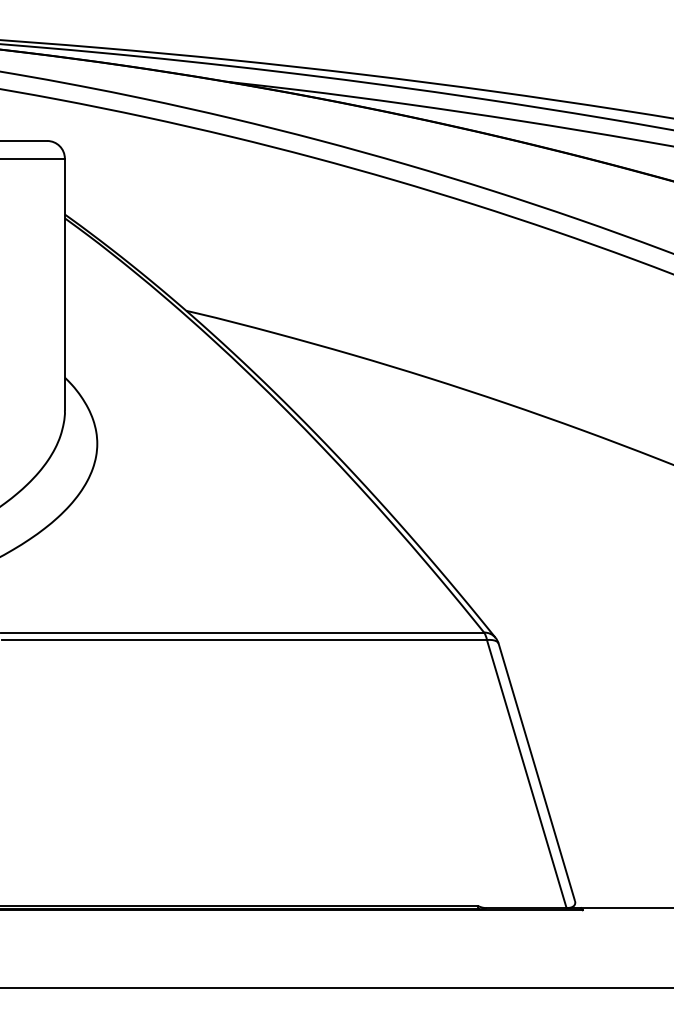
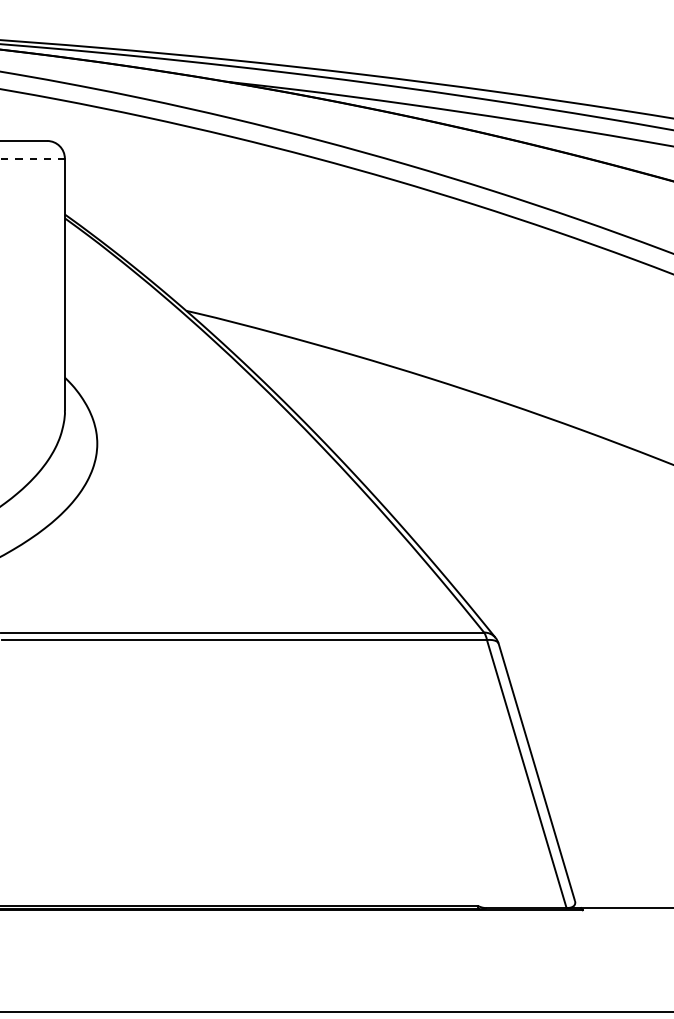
line at (32, 158): solid -> dashed
line at (336, 988) position: (336, 988) -> (336, 1012)
